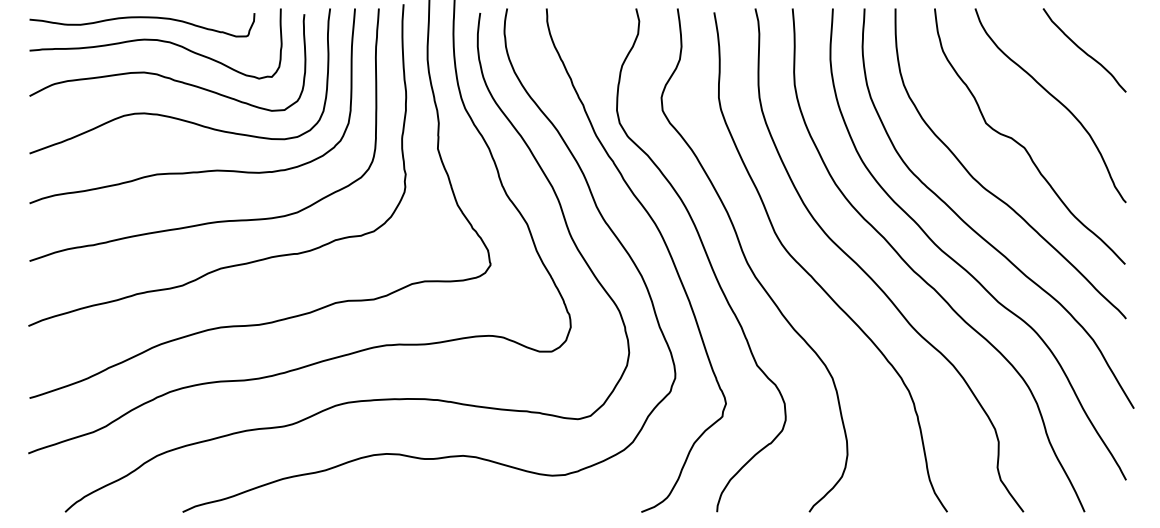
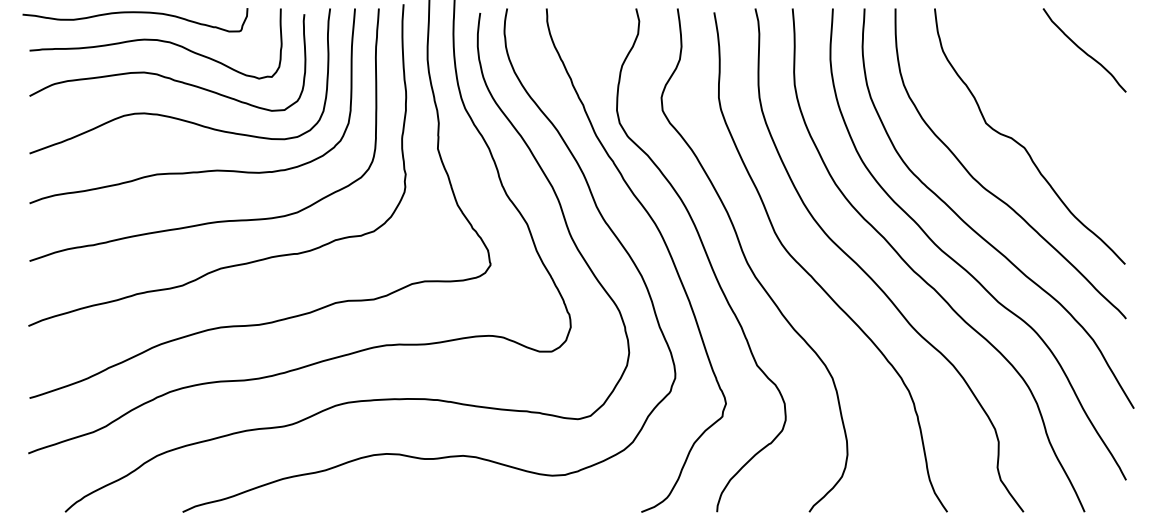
curve at (142, 18) position: (142, 18) -> (135, 13)
curve at (1053, 98): present -> none
